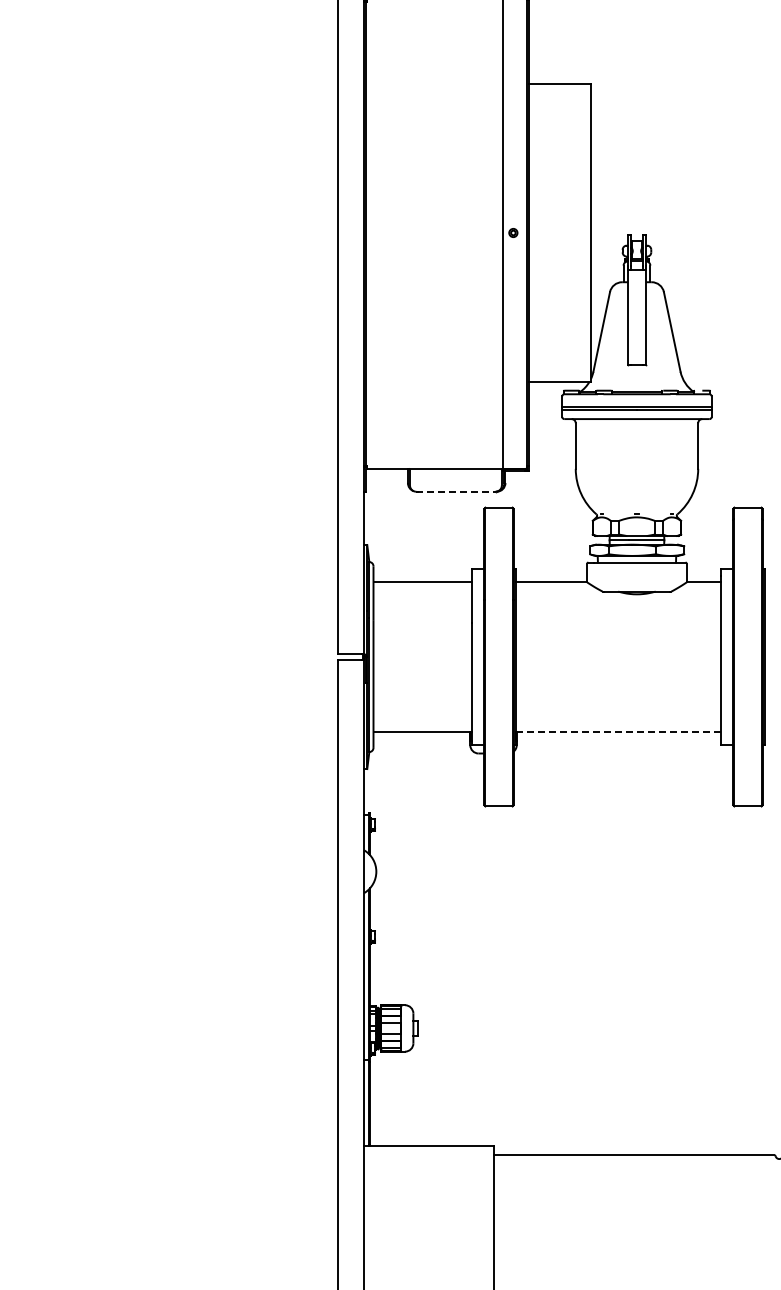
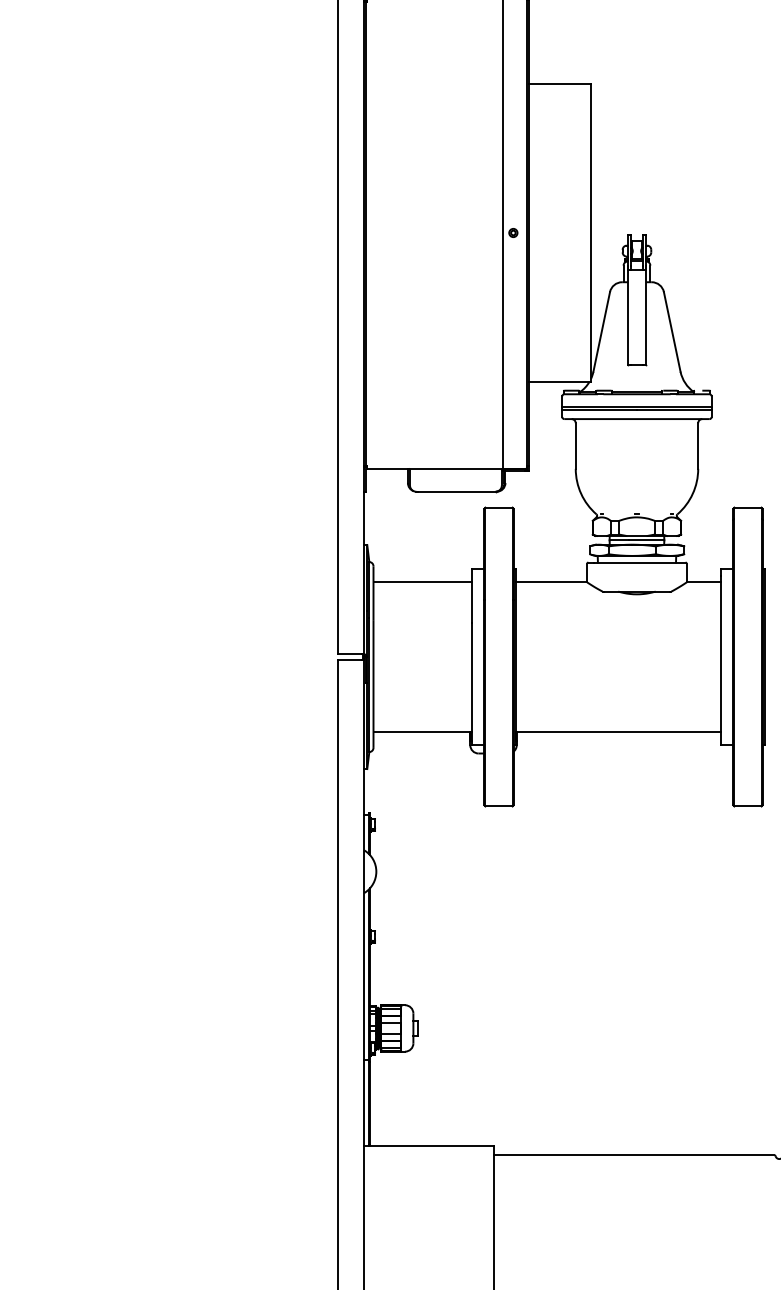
line at (456, 491): dashed -> solid
line at (618, 731): dashed -> solid
